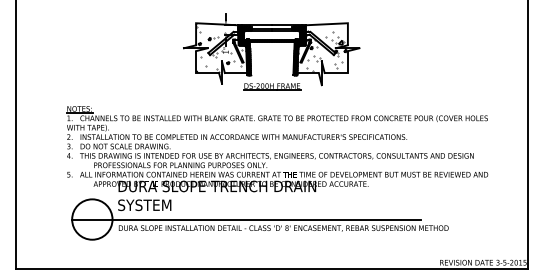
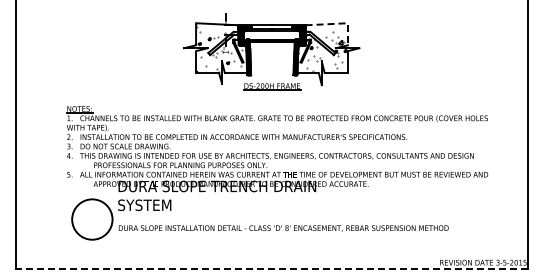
line at (339, 23): solid -> dashed
line at (246, 219): present -> none
line at (272, 268): solid -> dashed
